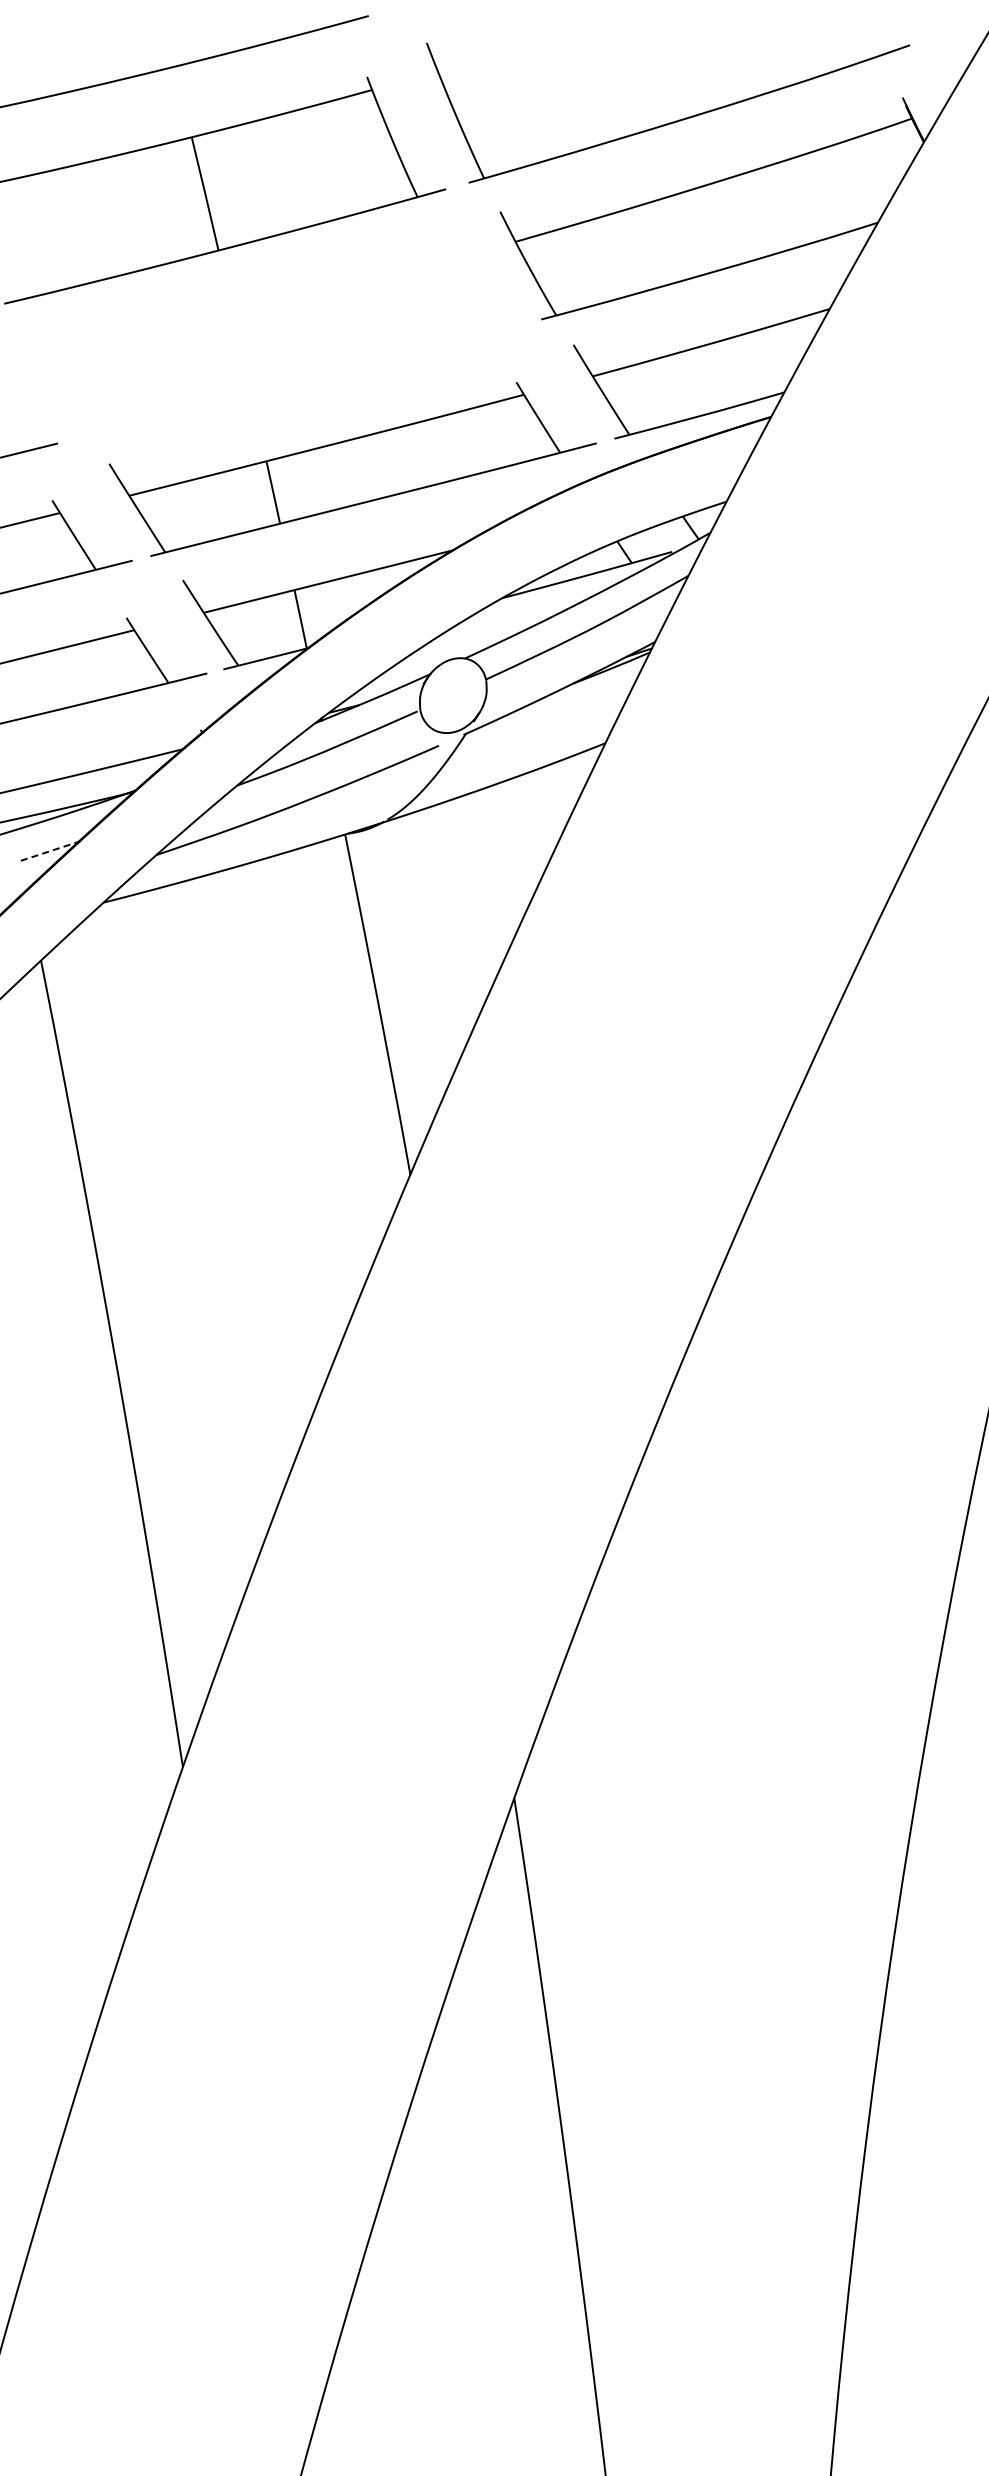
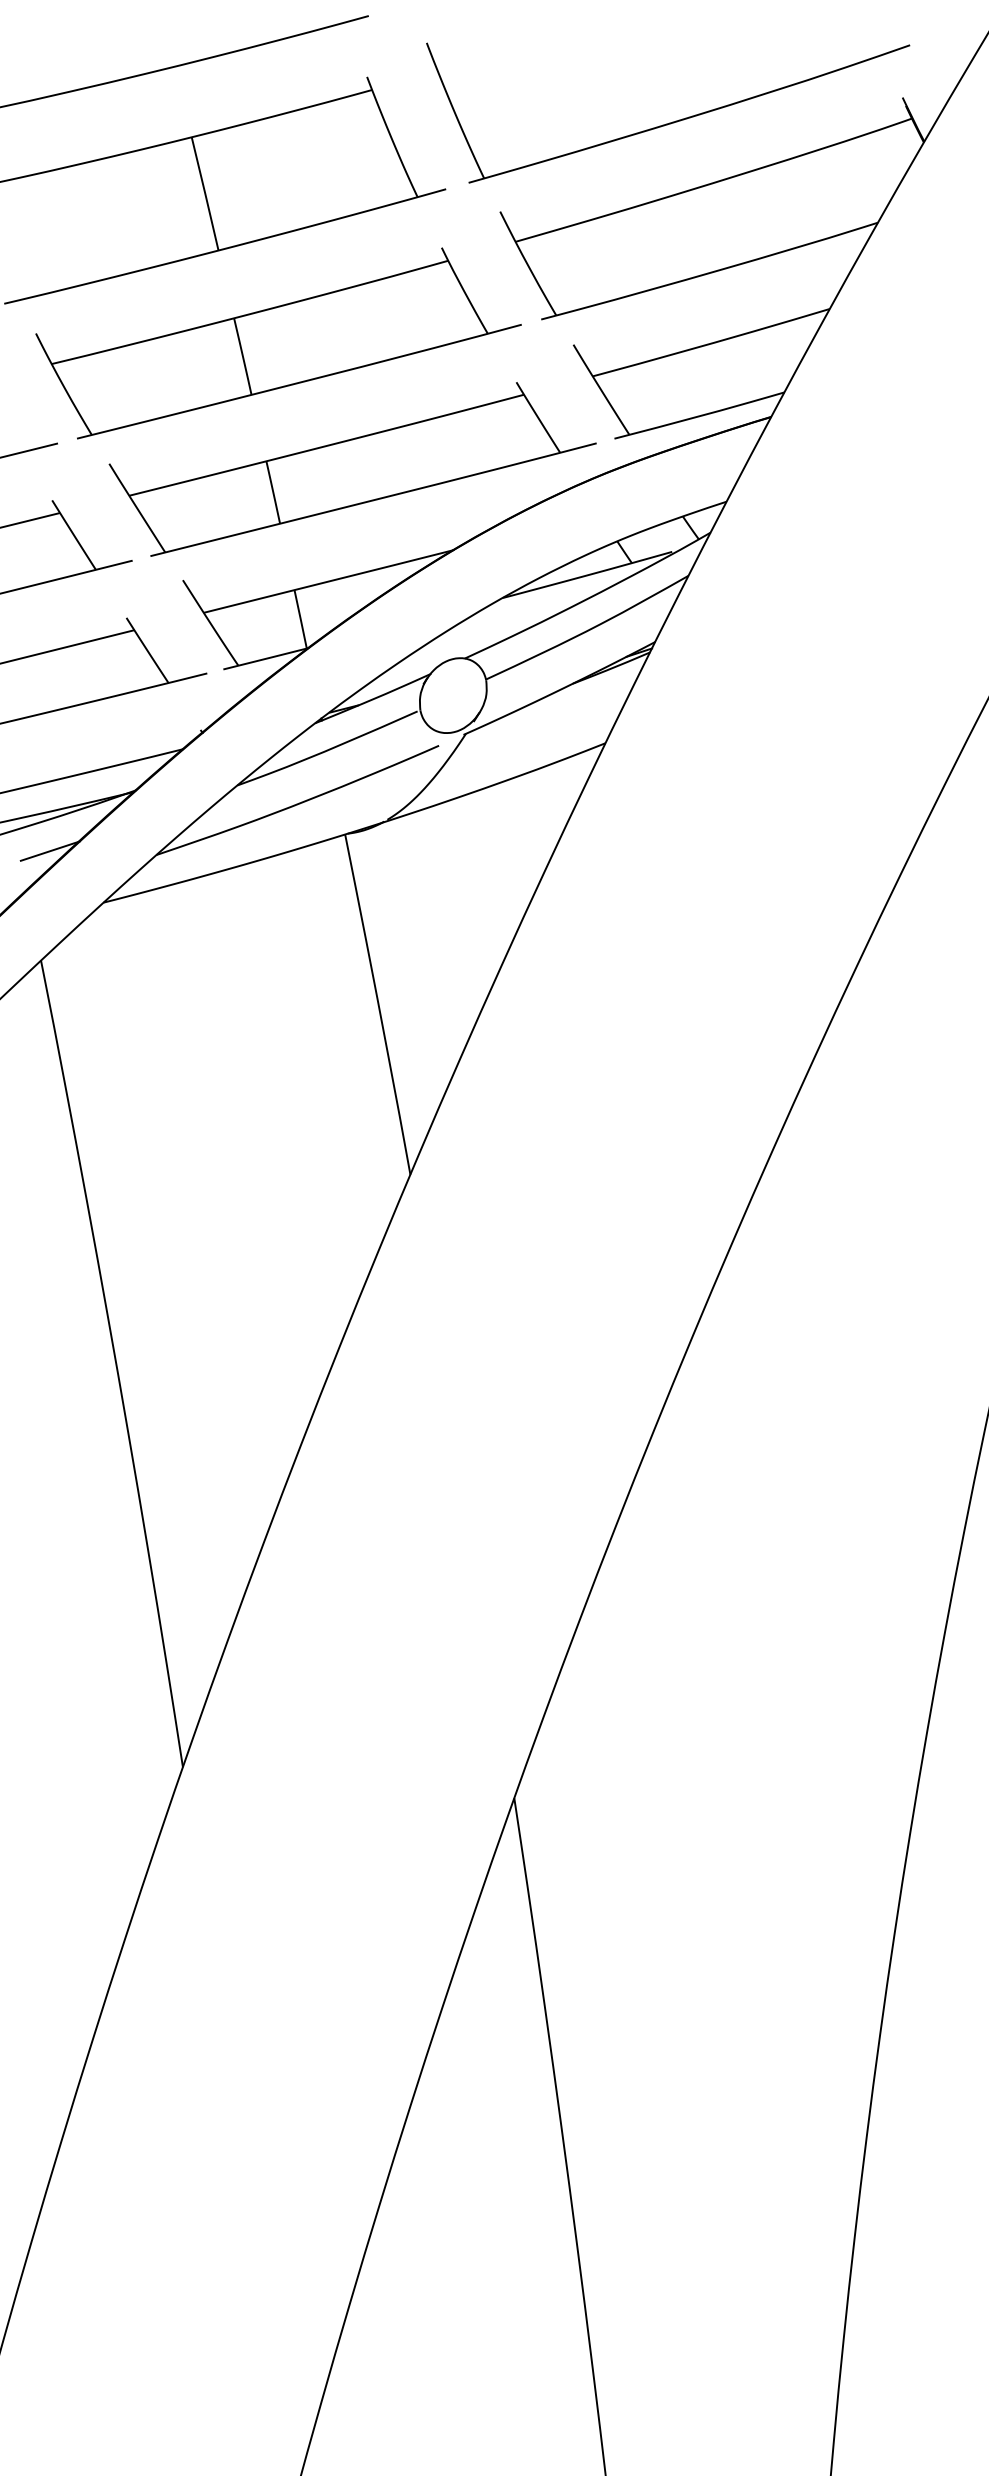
part at (278, 343): none -> present
line at (50, 850): dashed -> solid
